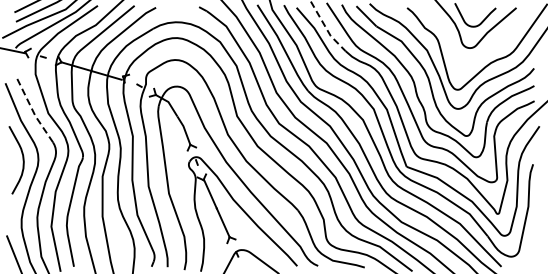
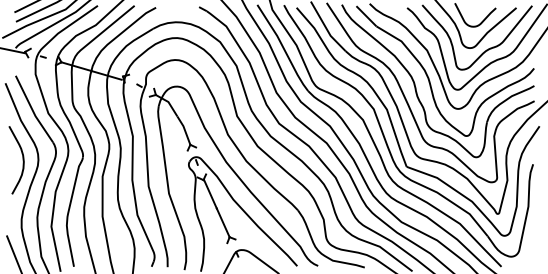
line at (326, 29): dashed -> solid
curve at (486, 49): none -> present
line at (32, 110): dashed -> solid
